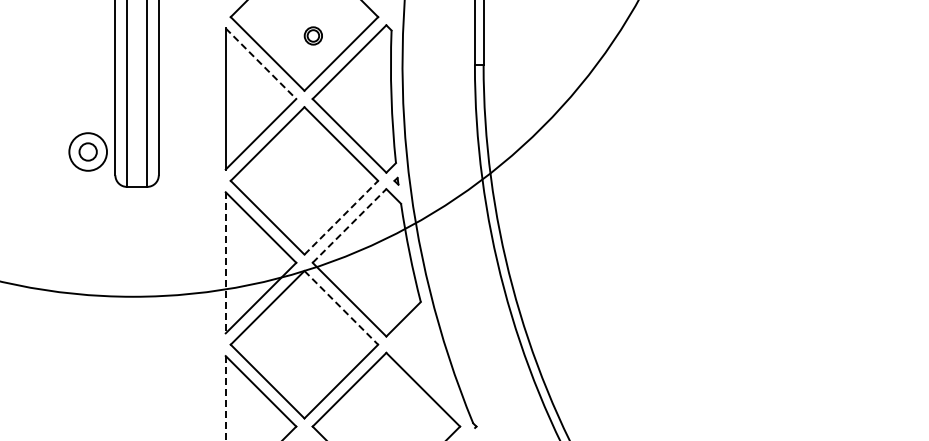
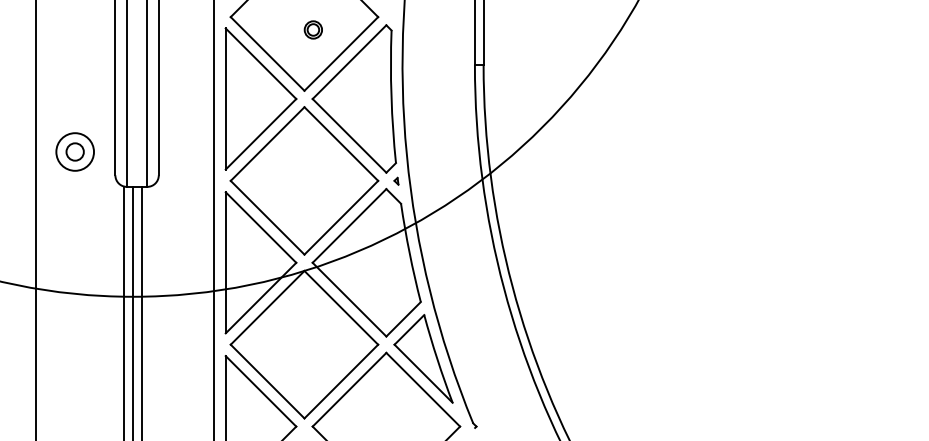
part at (312, 35) position: (312, 35) -> (312, 29)
line at (261, 63): dashed -> solid
part at (87, 151) position: (87, 151) -> (74, 151)
line at (341, 217): dashed -> solid
line at (36, 219): none -> present
line at (214, 219): none -> present
line at (349, 225): dashed -> solid
line at (225, 262): dashed -> solid
line at (341, 308): dashed -> solid
line at (124, 311): none -> present
line at (133, 311): none -> present
line at (141, 311): none -> present
part at (423, 358): none -> present
line at (225, 398): dashed -> solid
